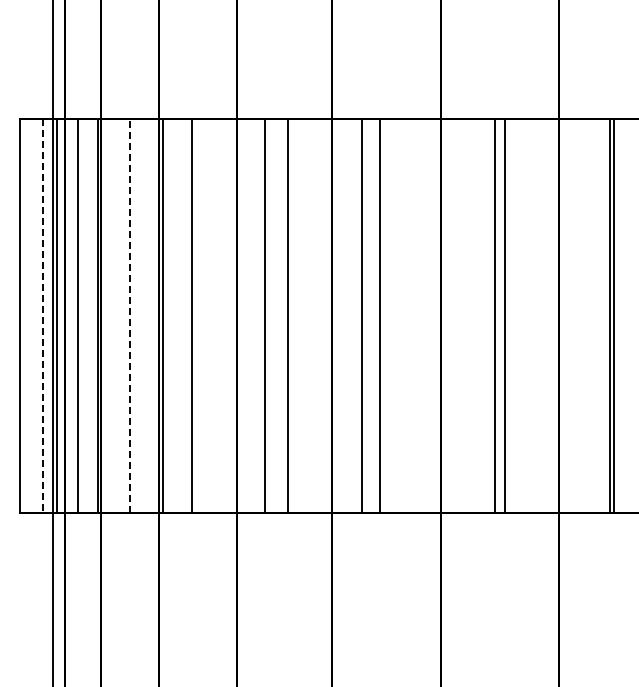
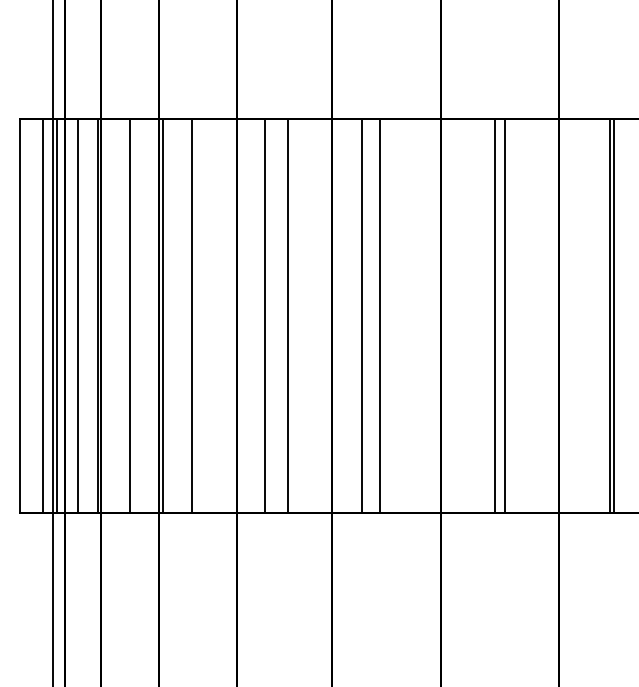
line at (130, 315): dashed -> solid
line at (42, 316): dashed -> solid
